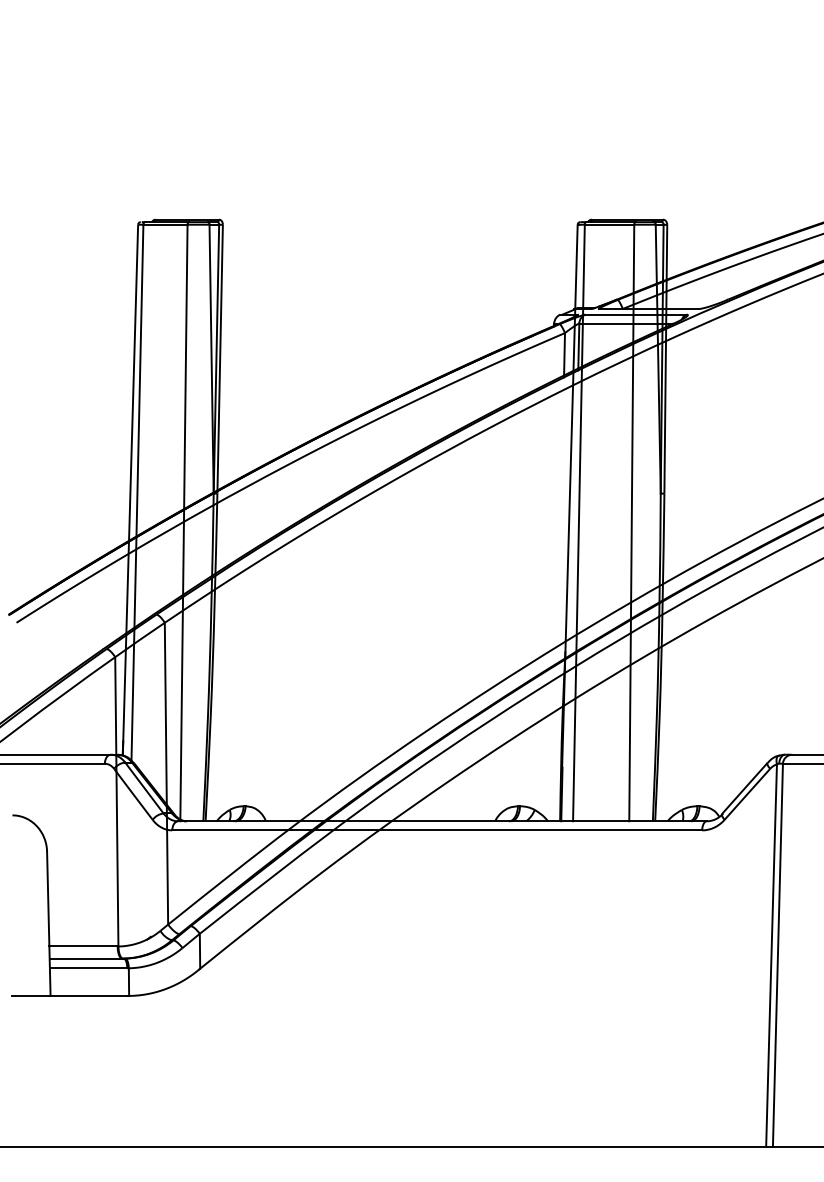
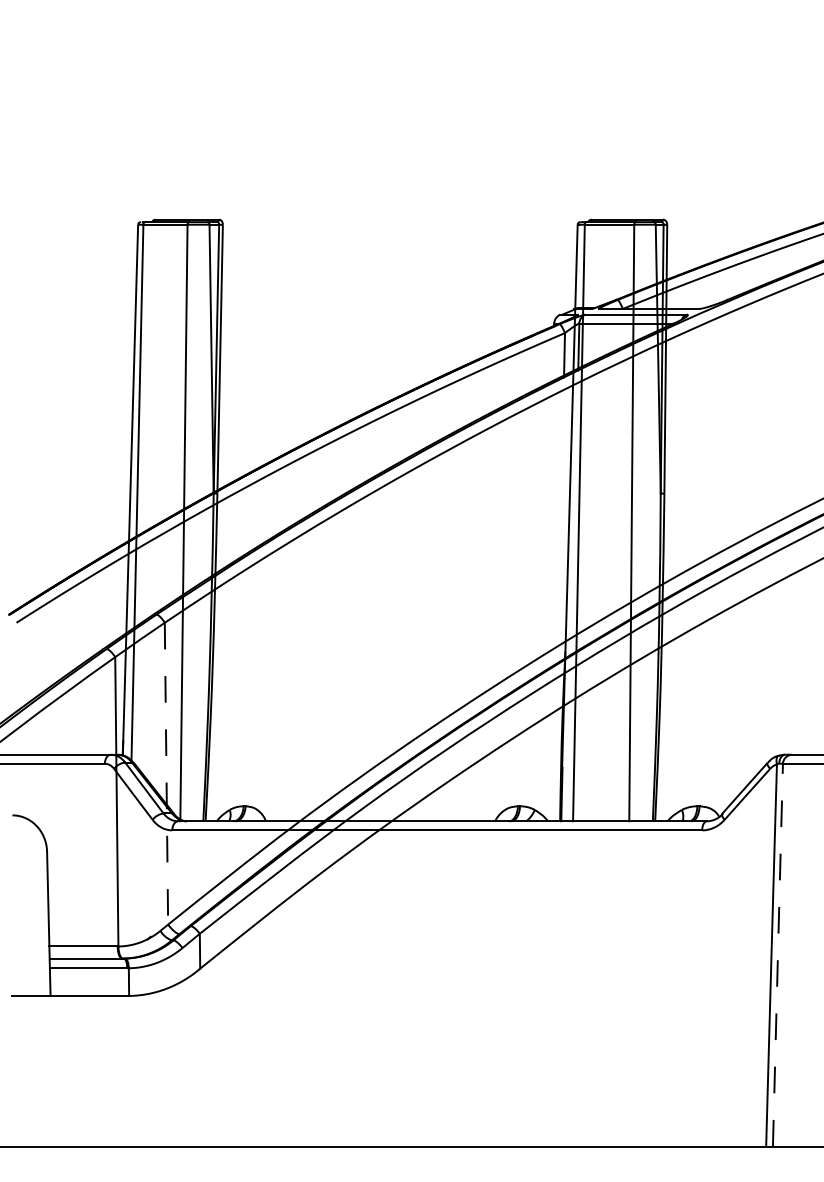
line at (166, 773): solid -> dashed
line at (777, 954): solid -> dashed
